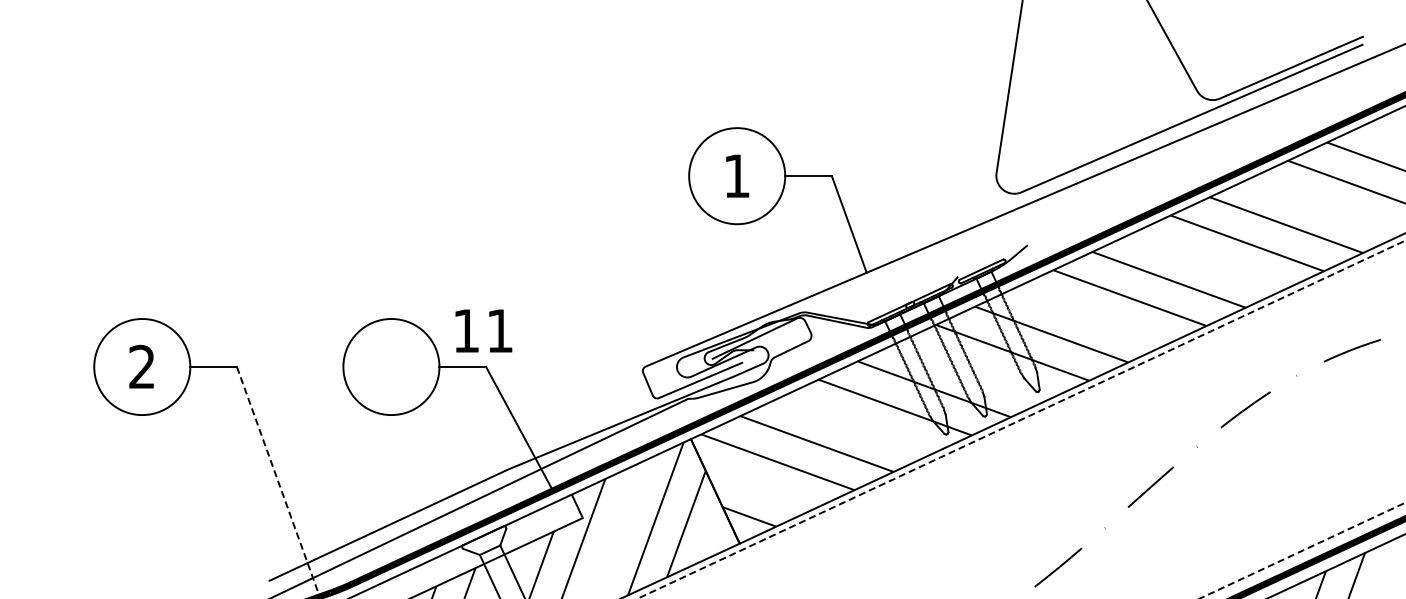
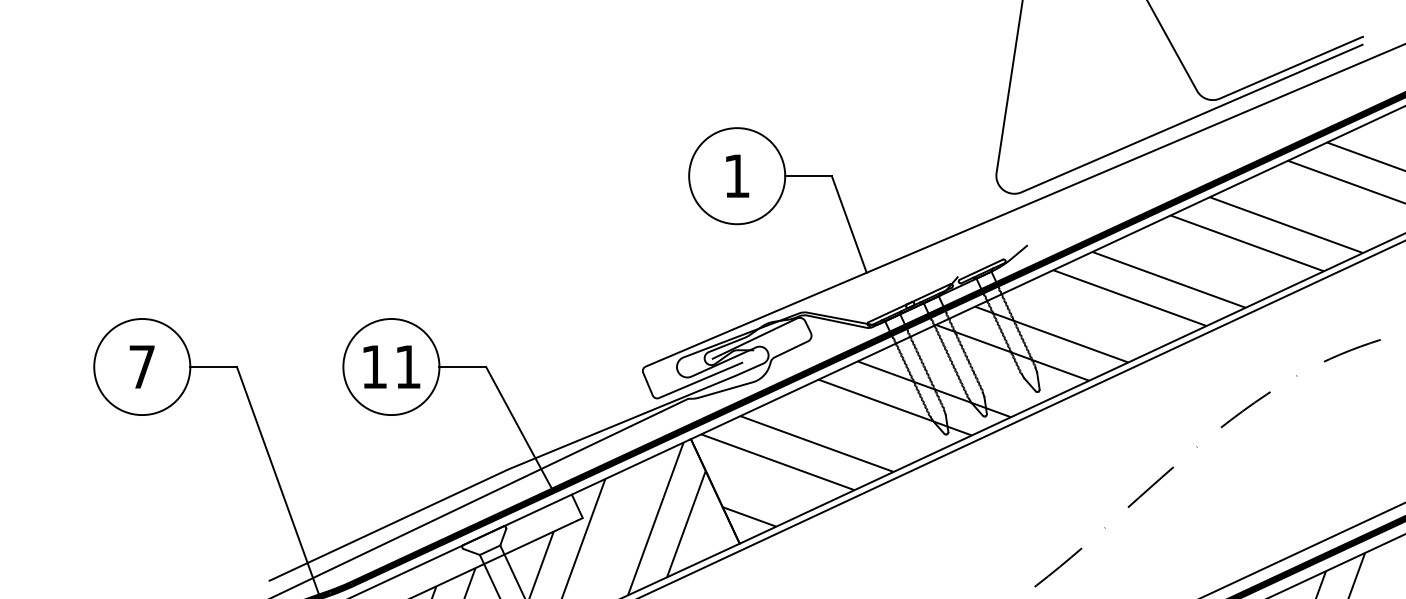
text at (483, 330) position: (483, 330) -> (391, 366)
text at (141, 366): 2 -> 7
line at (918, 467): dashed -> solid
line at (278, 482): dashed -> solid
